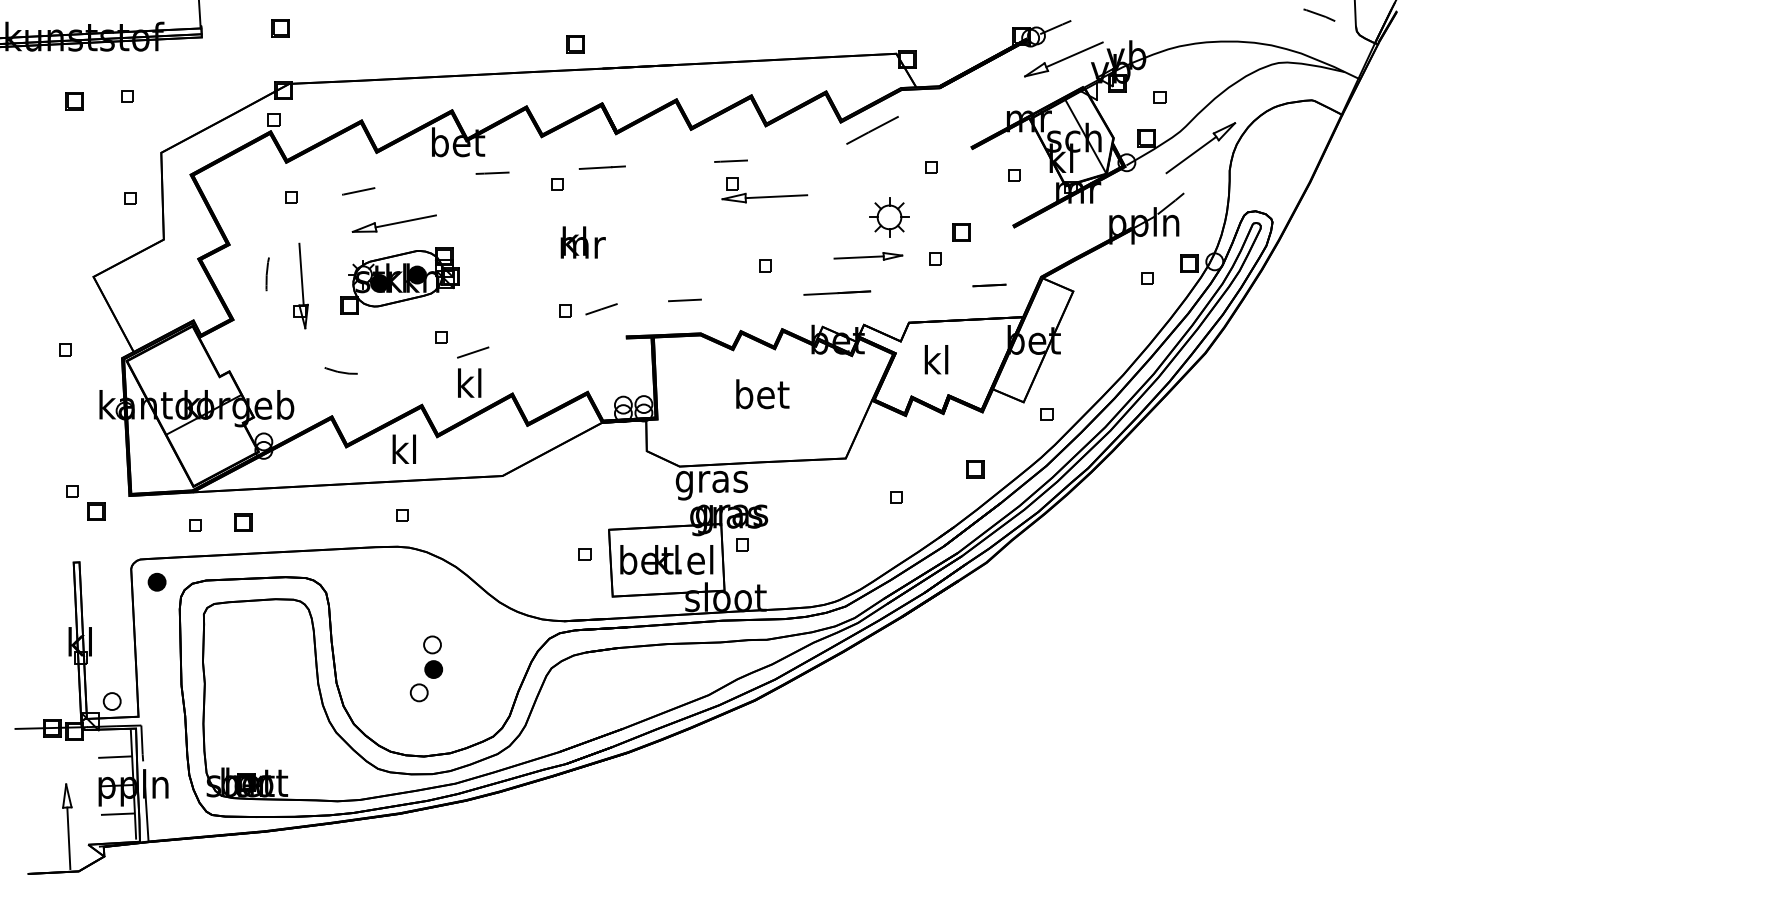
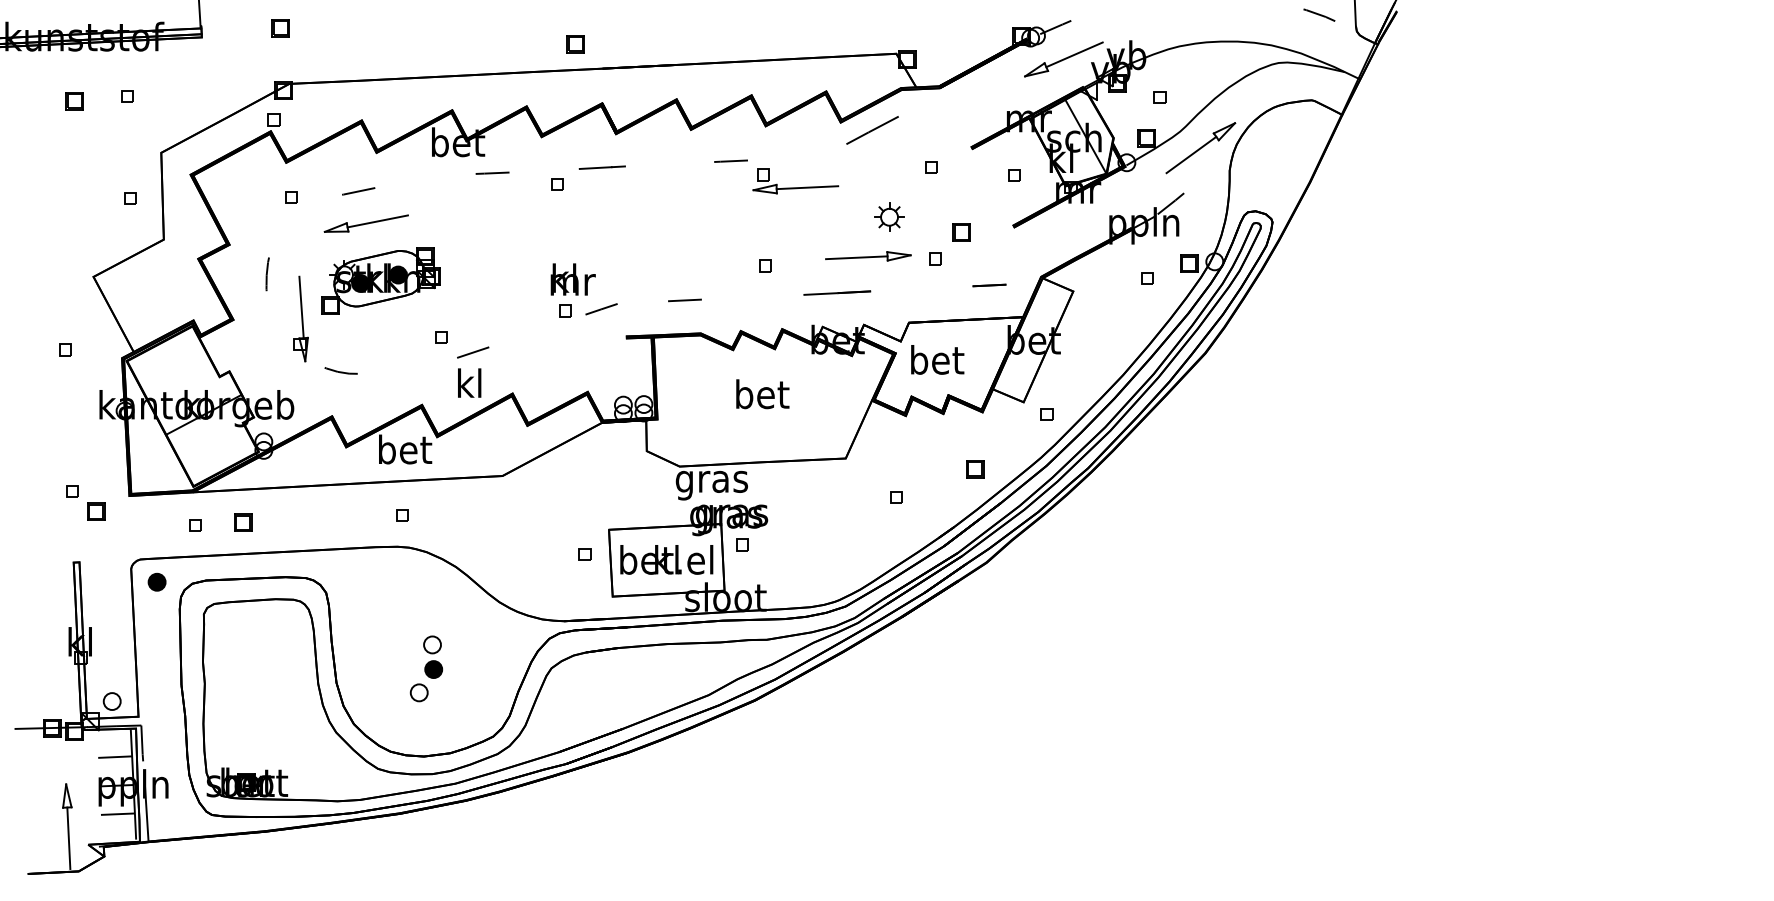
part at (764, 190) position: (764, 190) -> (795, 181)
part at (889, 217) size: 41x41 px -> 31x30 px
part at (393, 223) position: (393, 223) -> (365, 223)
text at (582, 242) position: (582, 242) -> (572, 279)
part at (868, 256) size: 71x9 px -> 87x11 px
part at (399, 280) position: (399, 280) -> (380, 280)
part at (300, 285) position: (300, 285) -> (300, 318)
text at (937, 359): kl -> bet
text at (405, 449): kl -> bet
